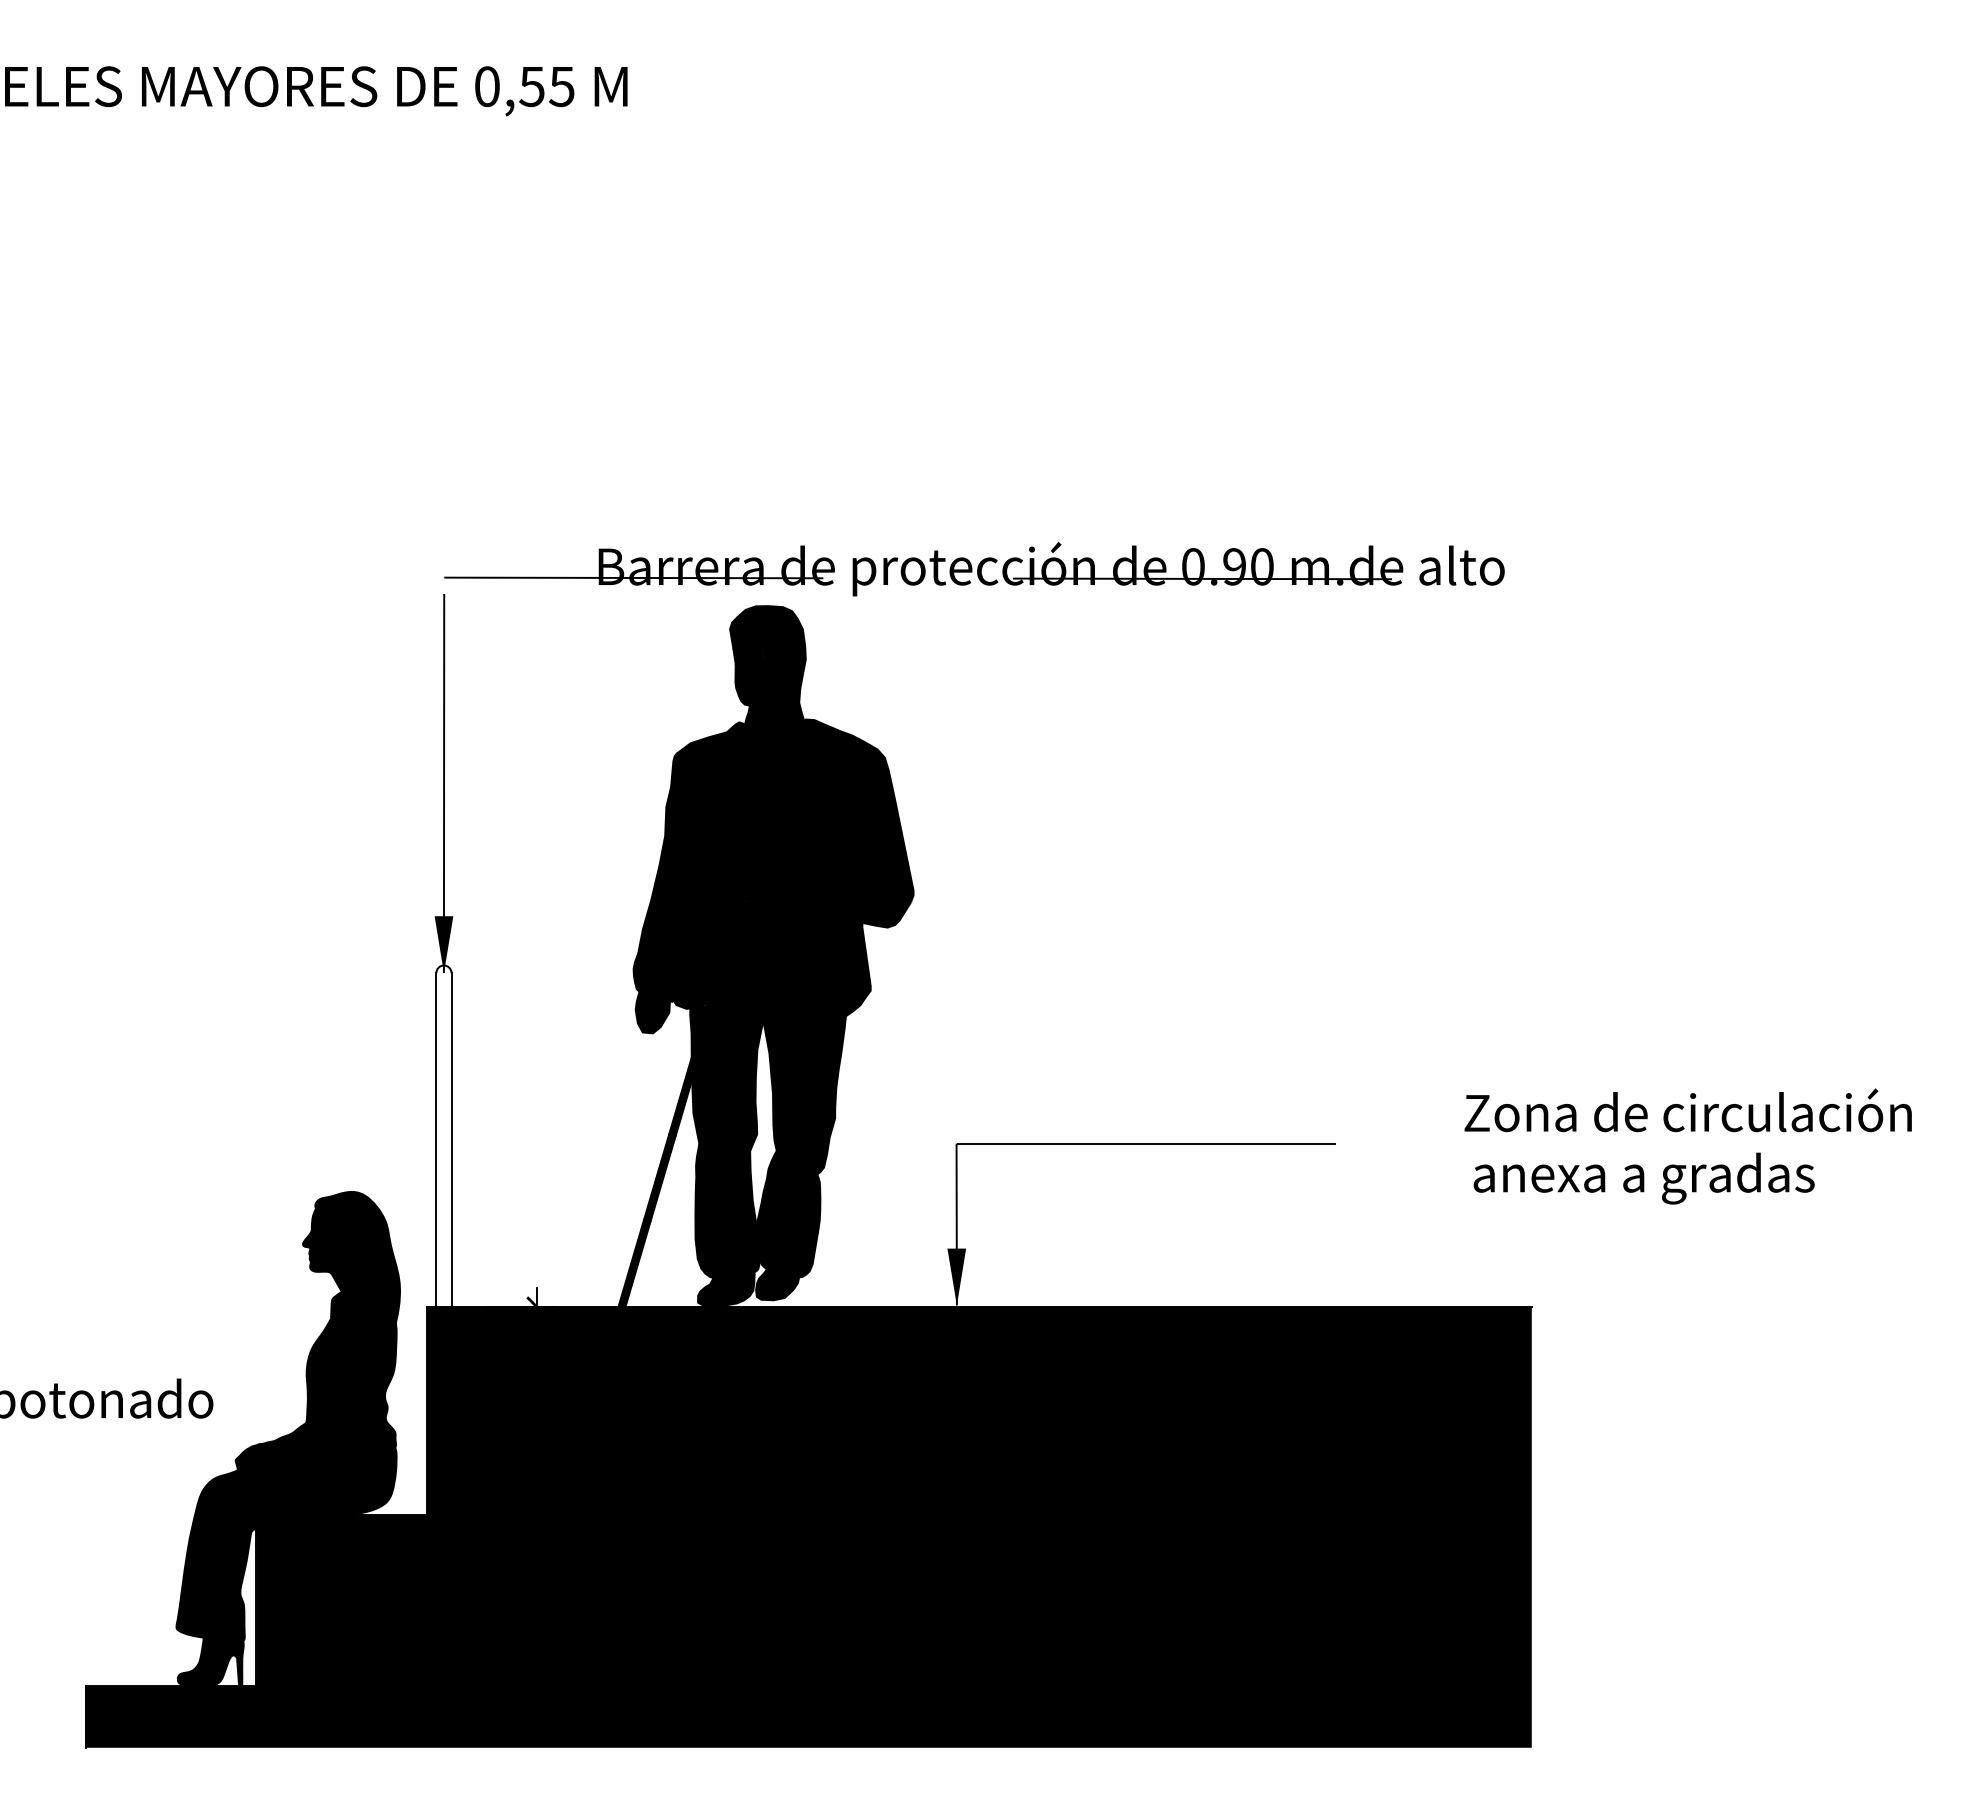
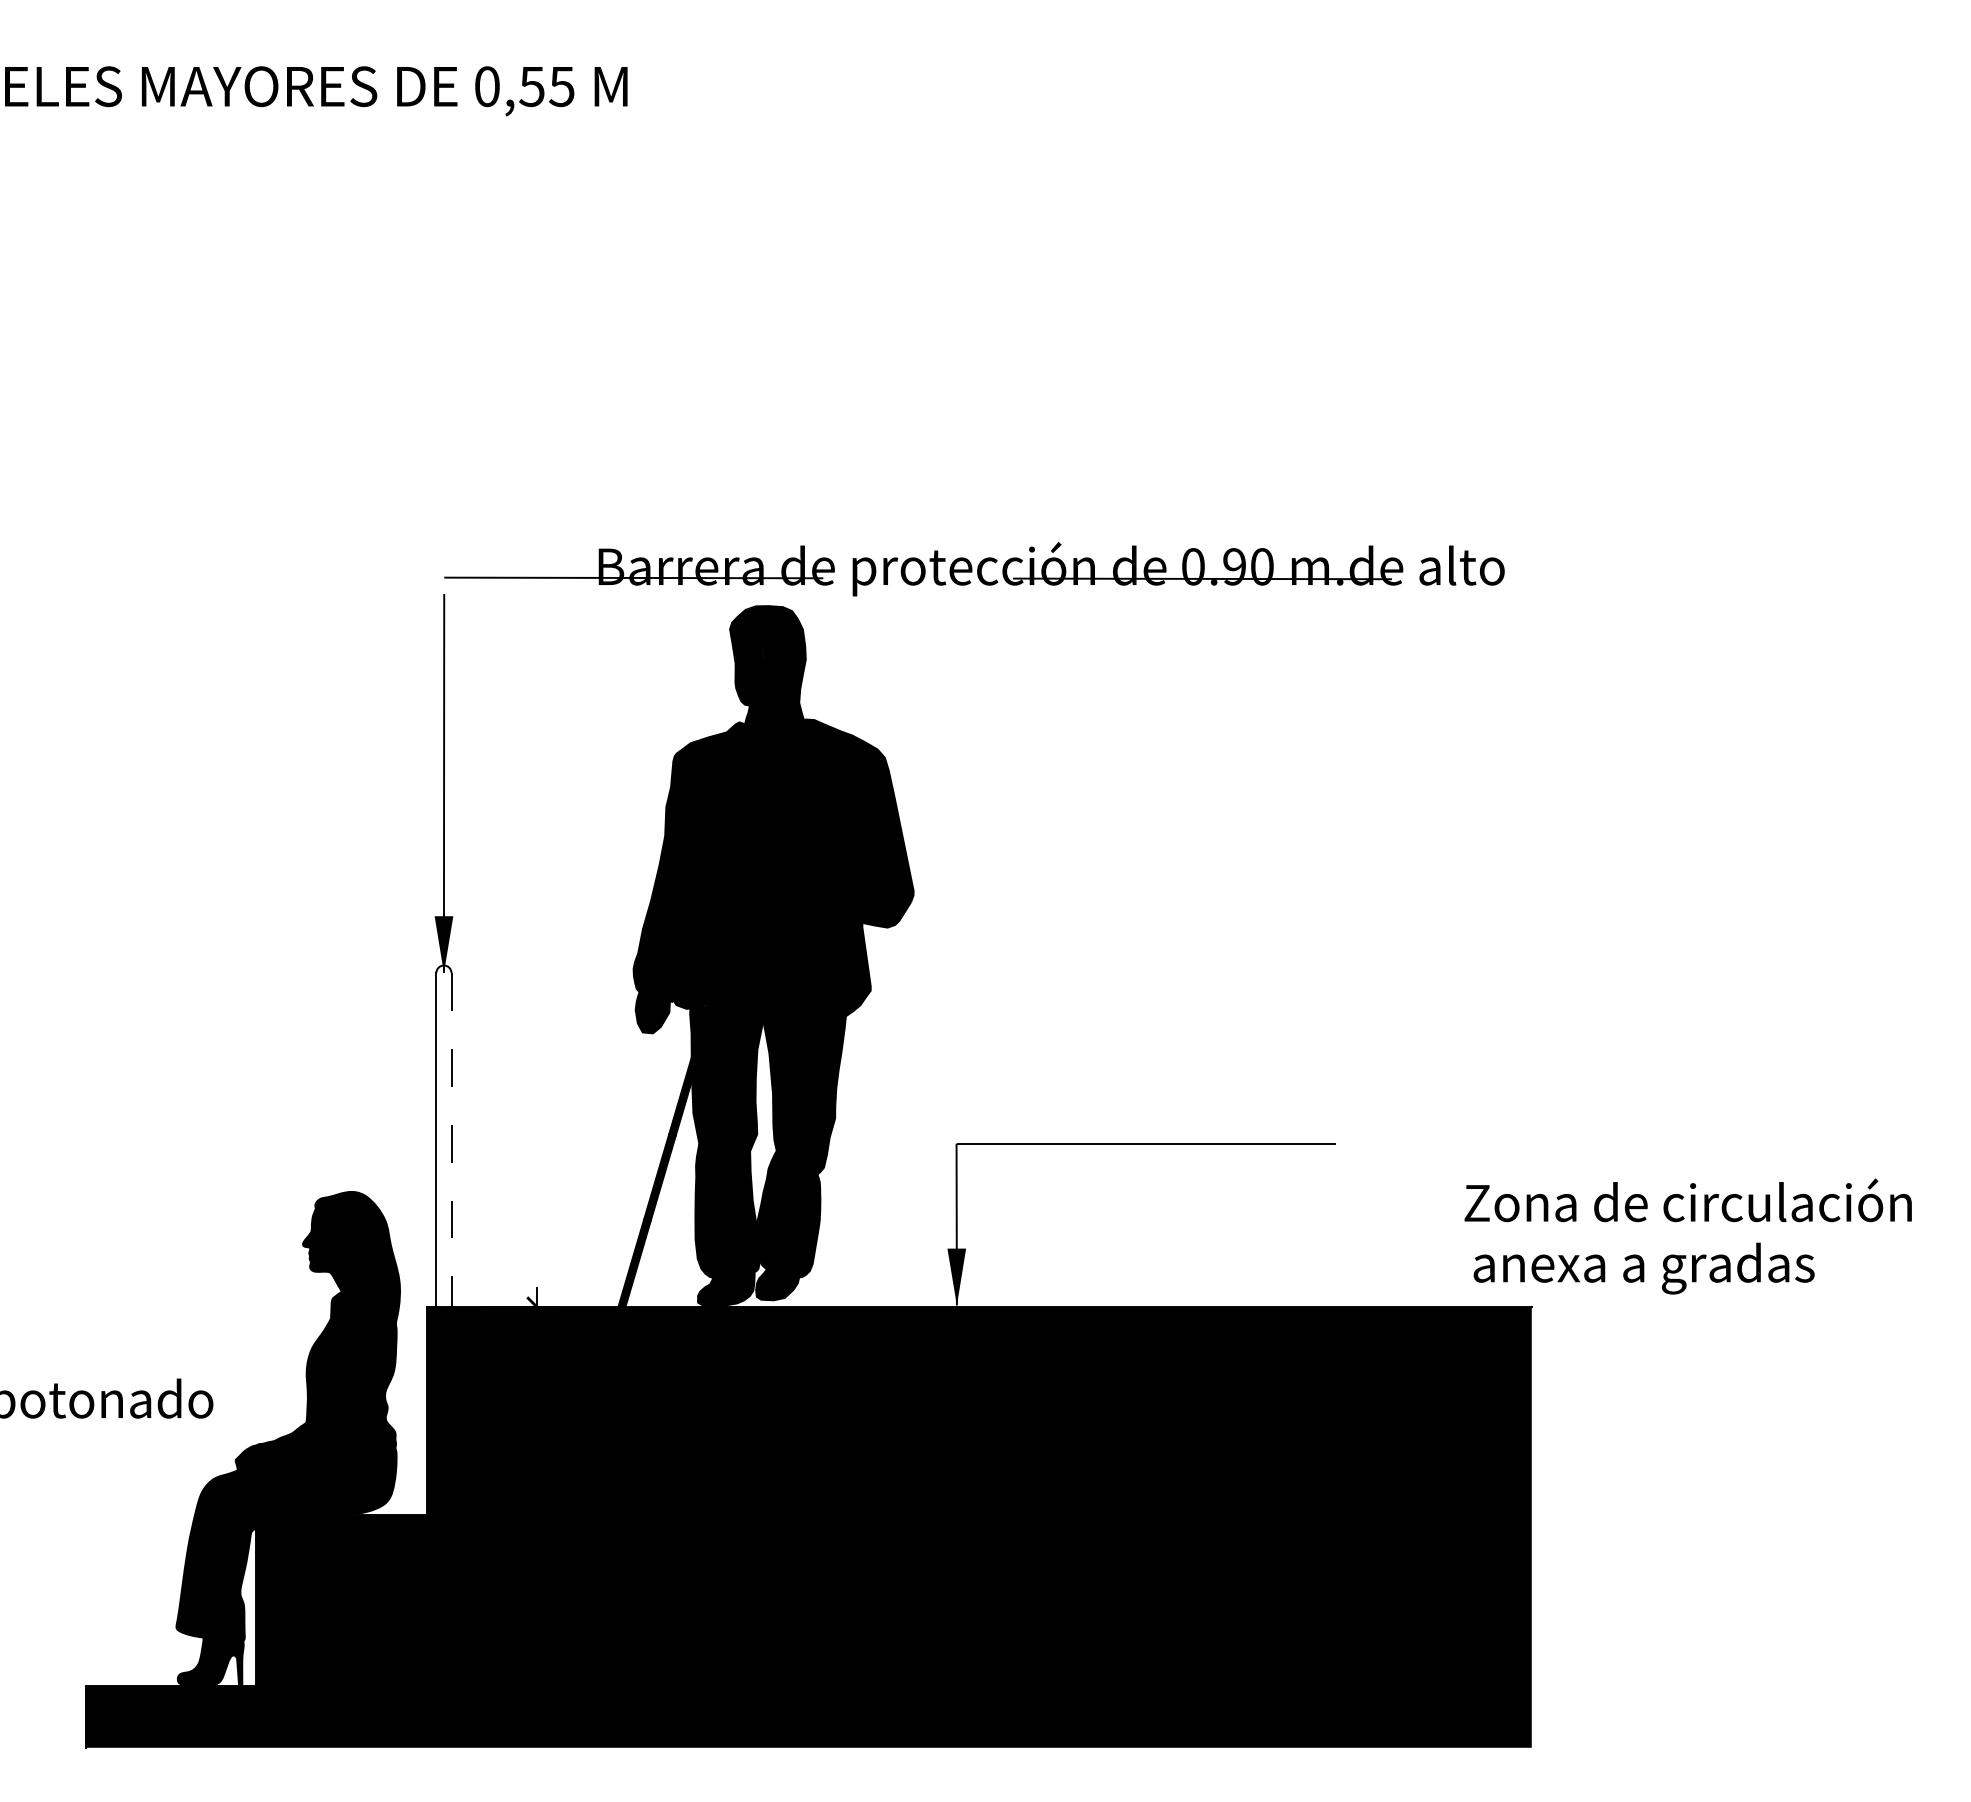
line at (451, 1139): solid -> dashed
text at (1687, 1146) position: (1687, 1146) -> (1687, 1236)
